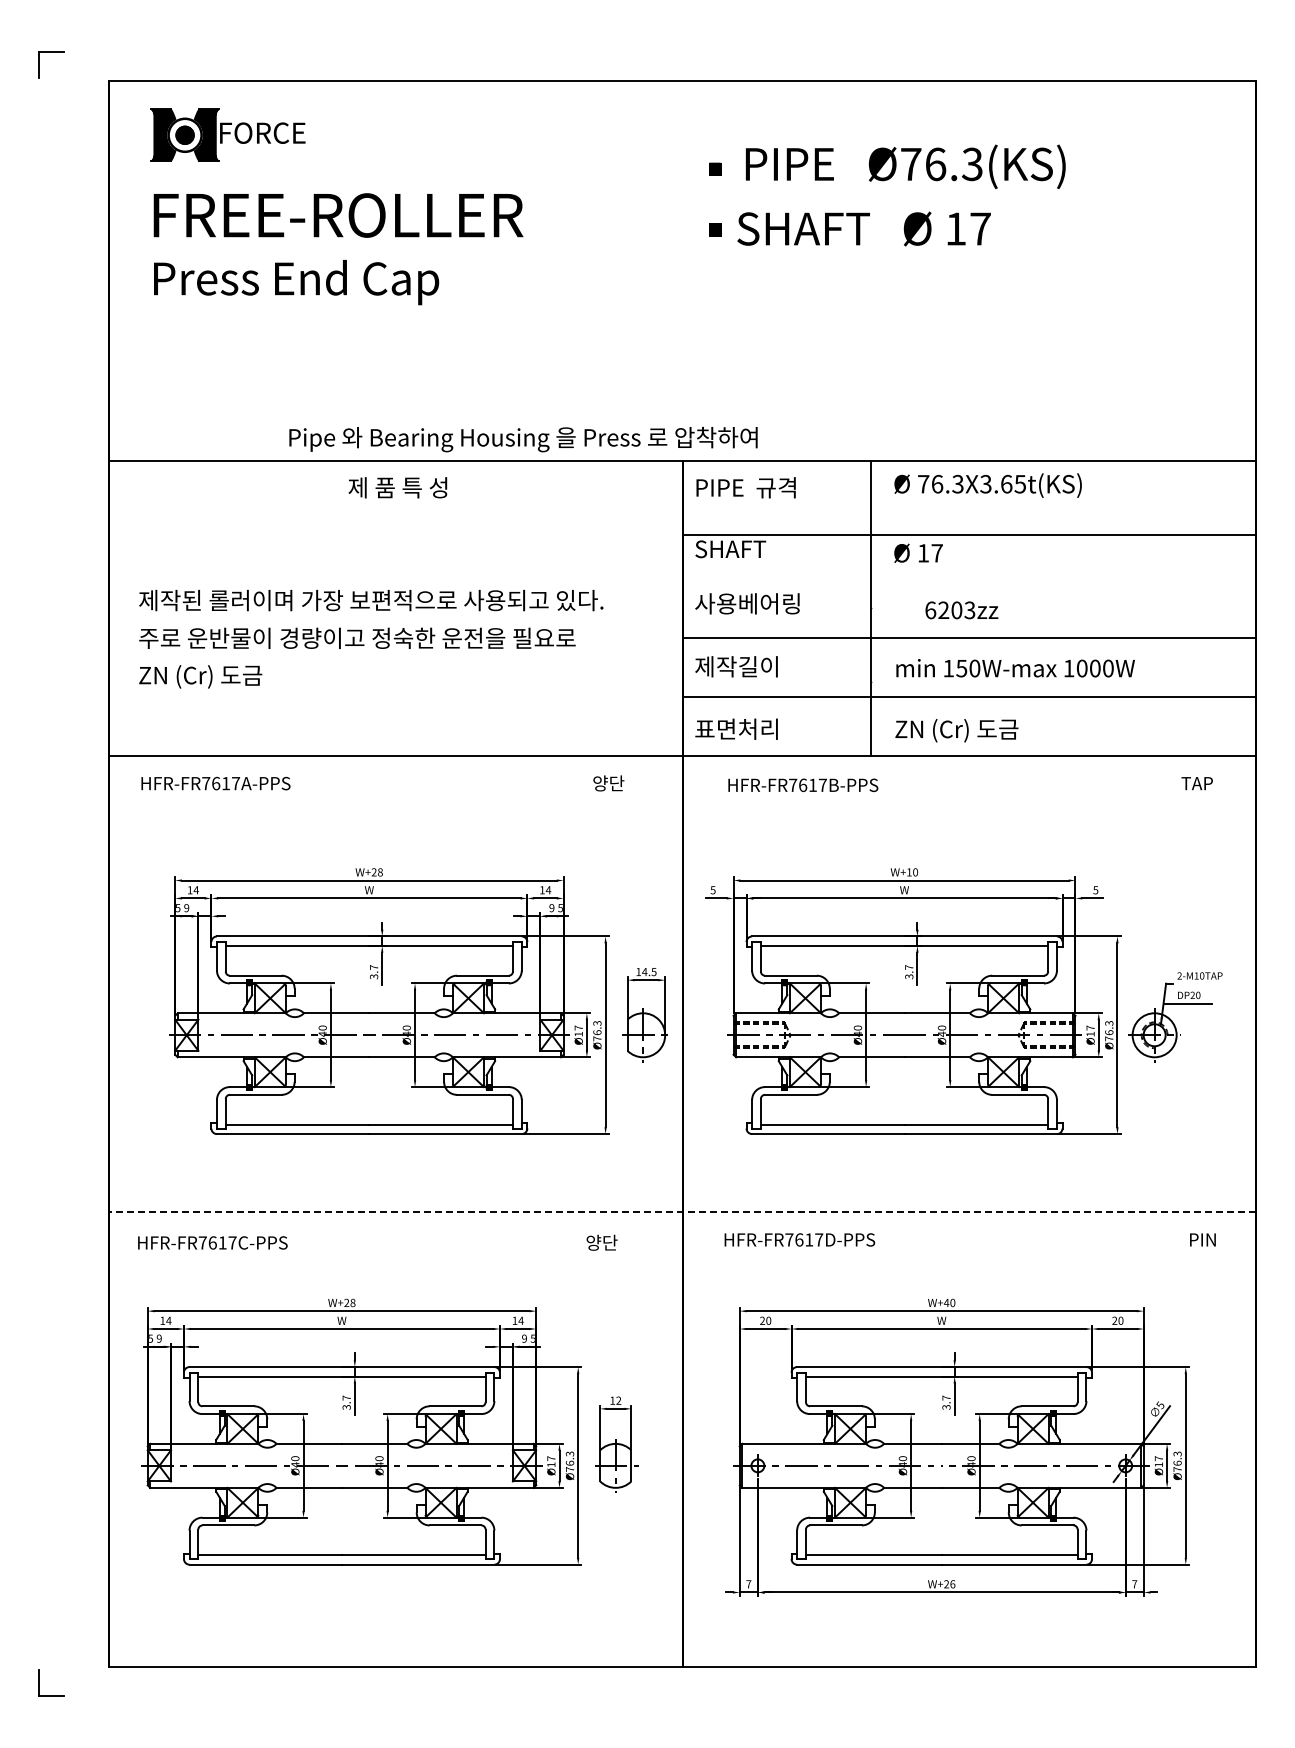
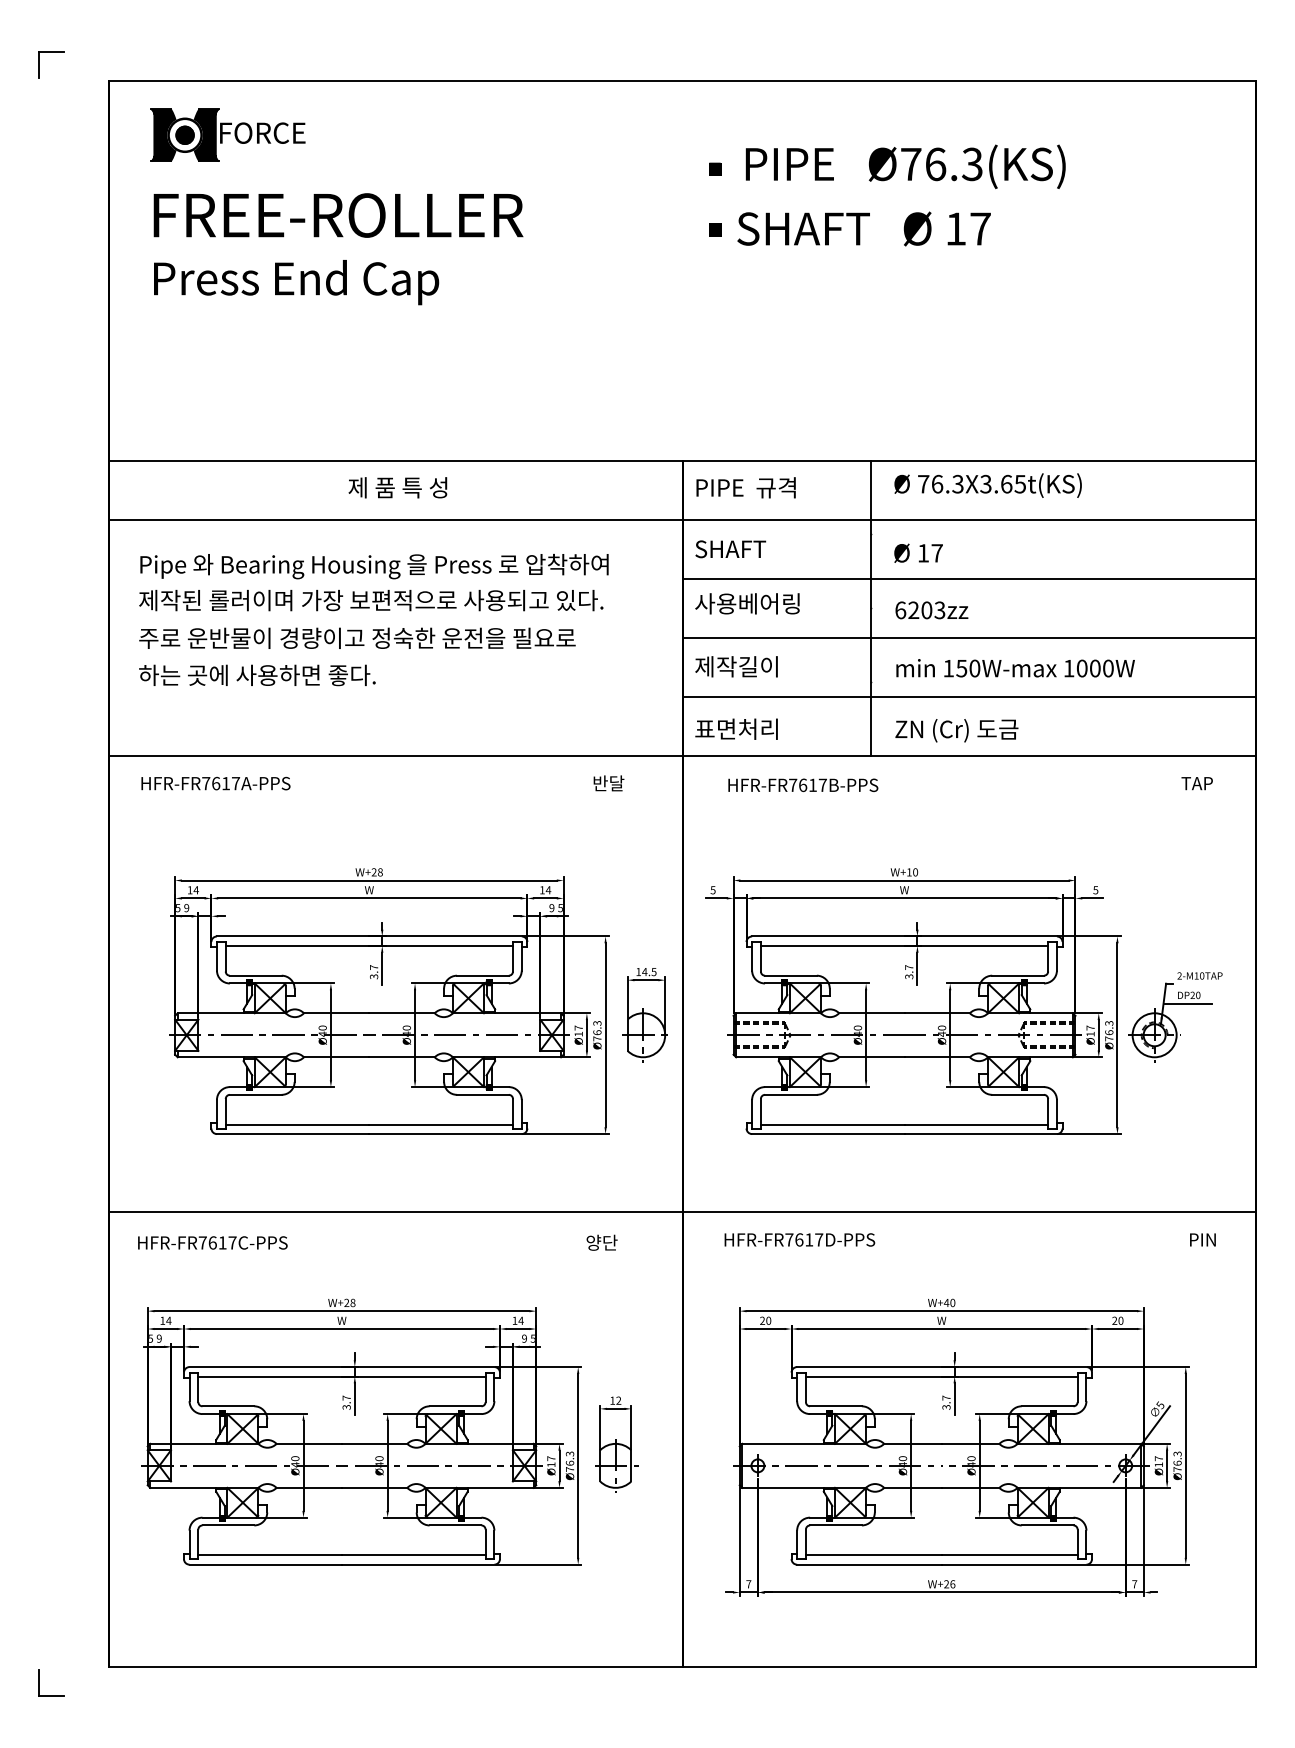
text at (523, 439) position: (523, 439) -> (374, 566)
line at (682, 519): none -> present
line at (969, 534) position: (969, 534) -> (969, 578)
text at (961, 610) position: (961, 610) -> (931, 610)
text at (257, 676): ZN (Cr) 도금 -> 하는 곳에 사용하면 좋다.
text at (608, 783): 양단 -> 반달
line at (682, 1211): dashed -> solid
